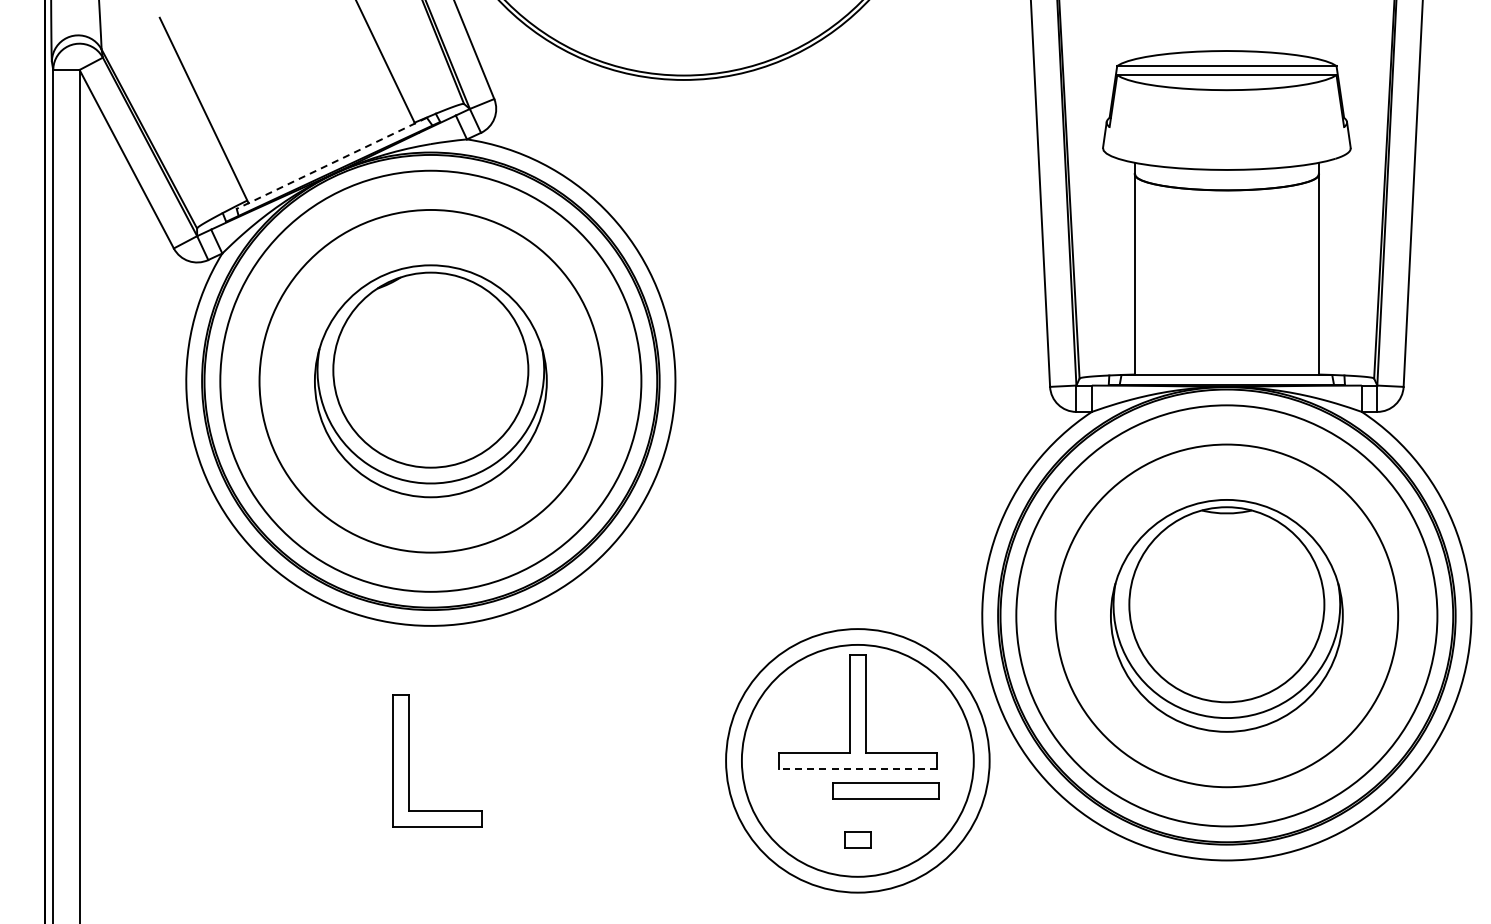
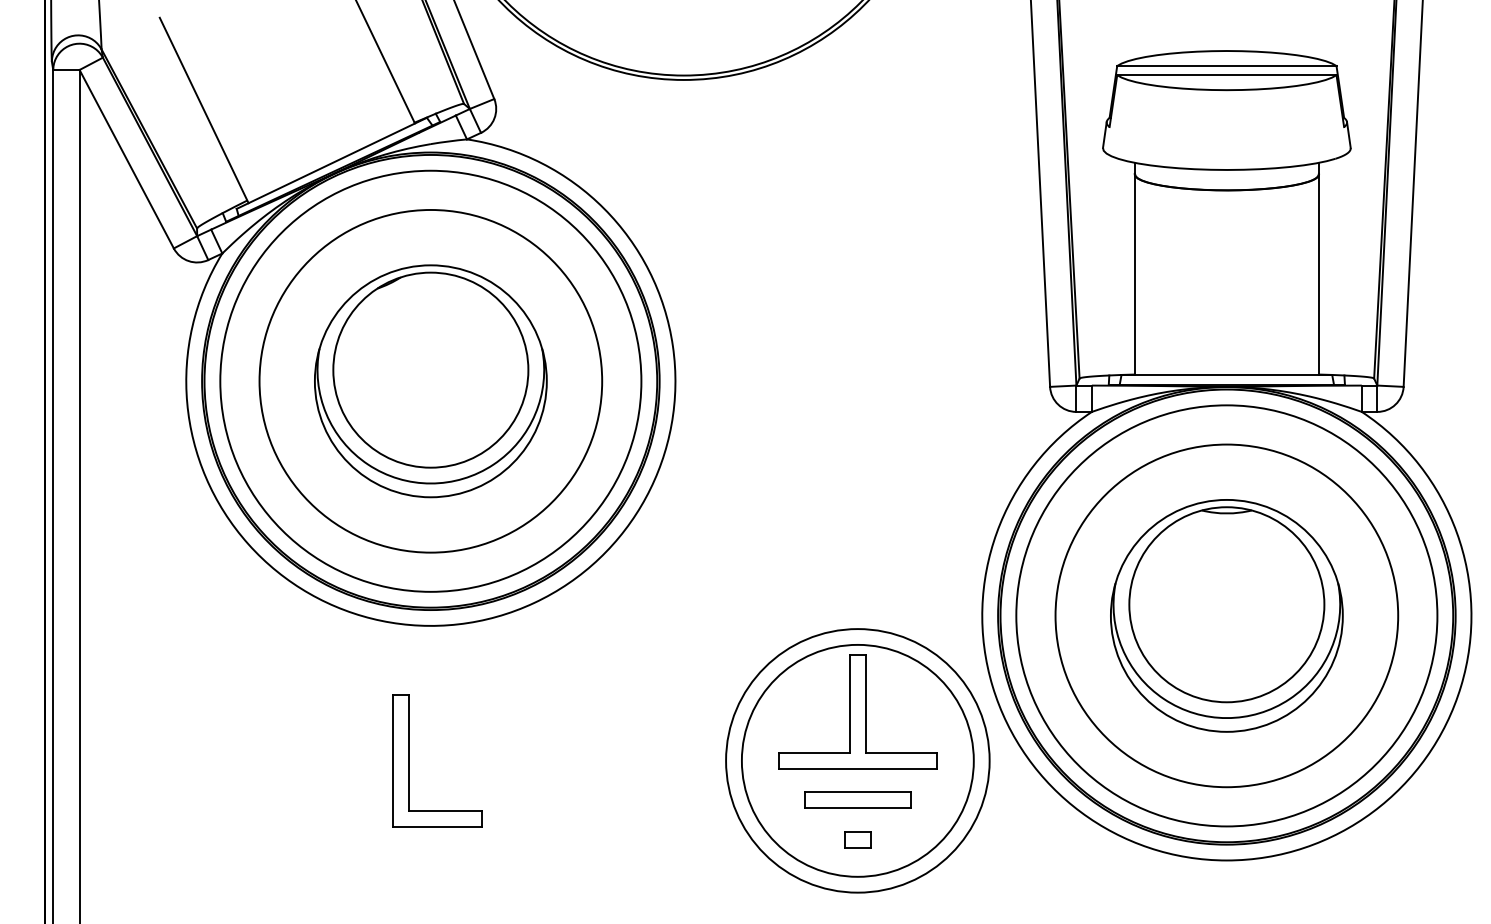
line at (331, 163): dashed -> solid
line at (857, 768): dashed -> solid
part at (885, 790) position: (885, 790) -> (857, 799)
